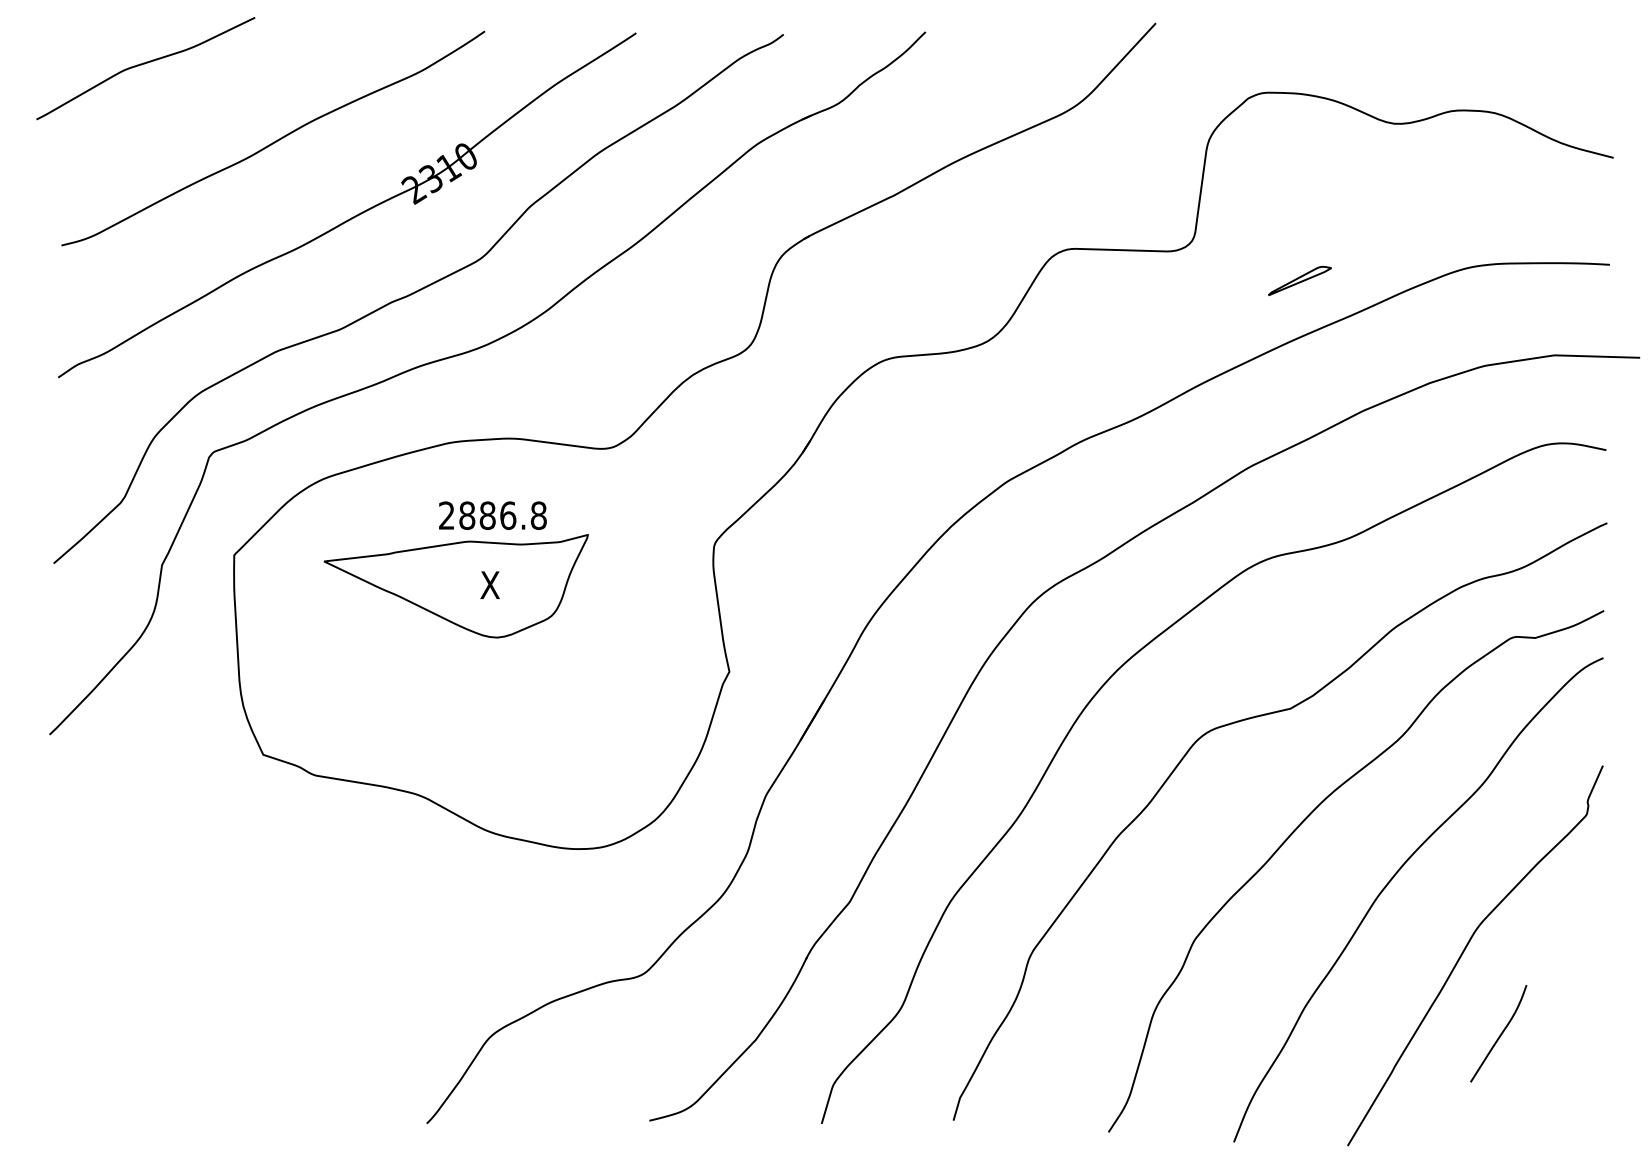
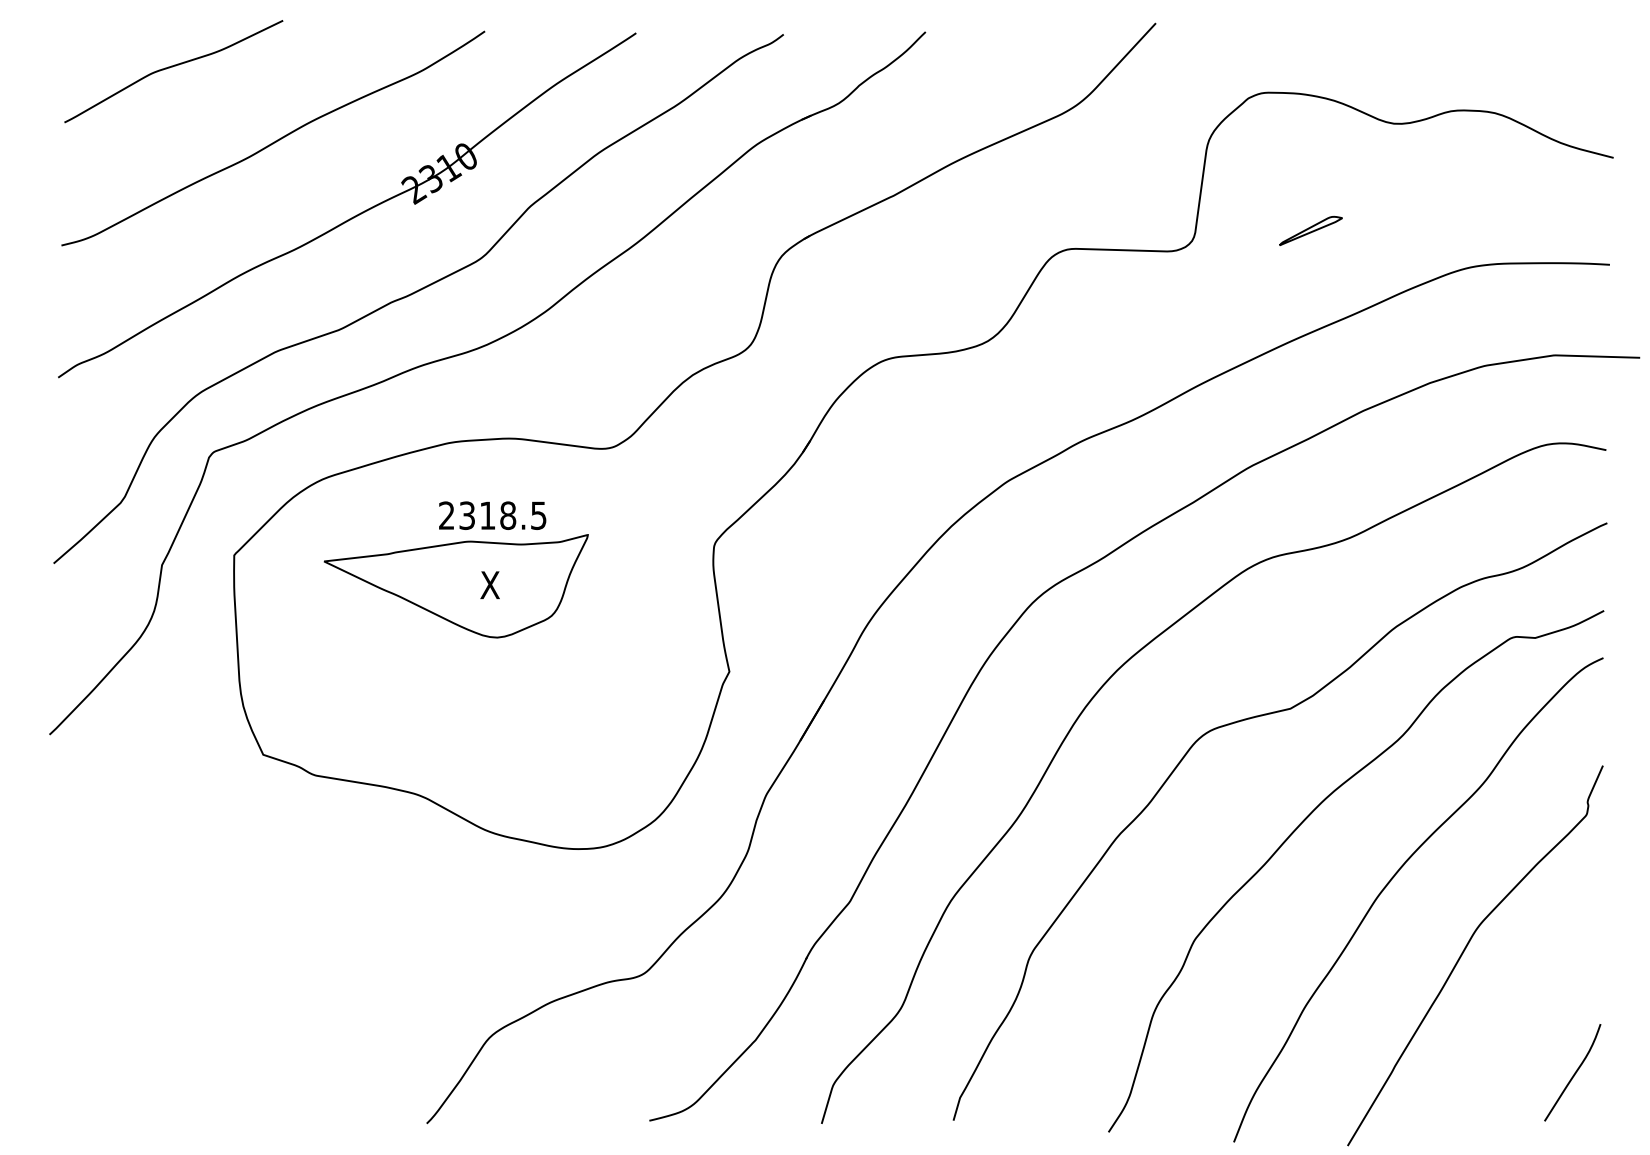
curve at (144, 64) position: (144, 64) -> (172, 67)
part at (1299, 280) position: (1299, 280) -> (1310, 230)
text at (502, 515): 2886.8 -> 2318.5
curve at (1500, 1033) position: (1500, 1033) -> (1574, 1072)
